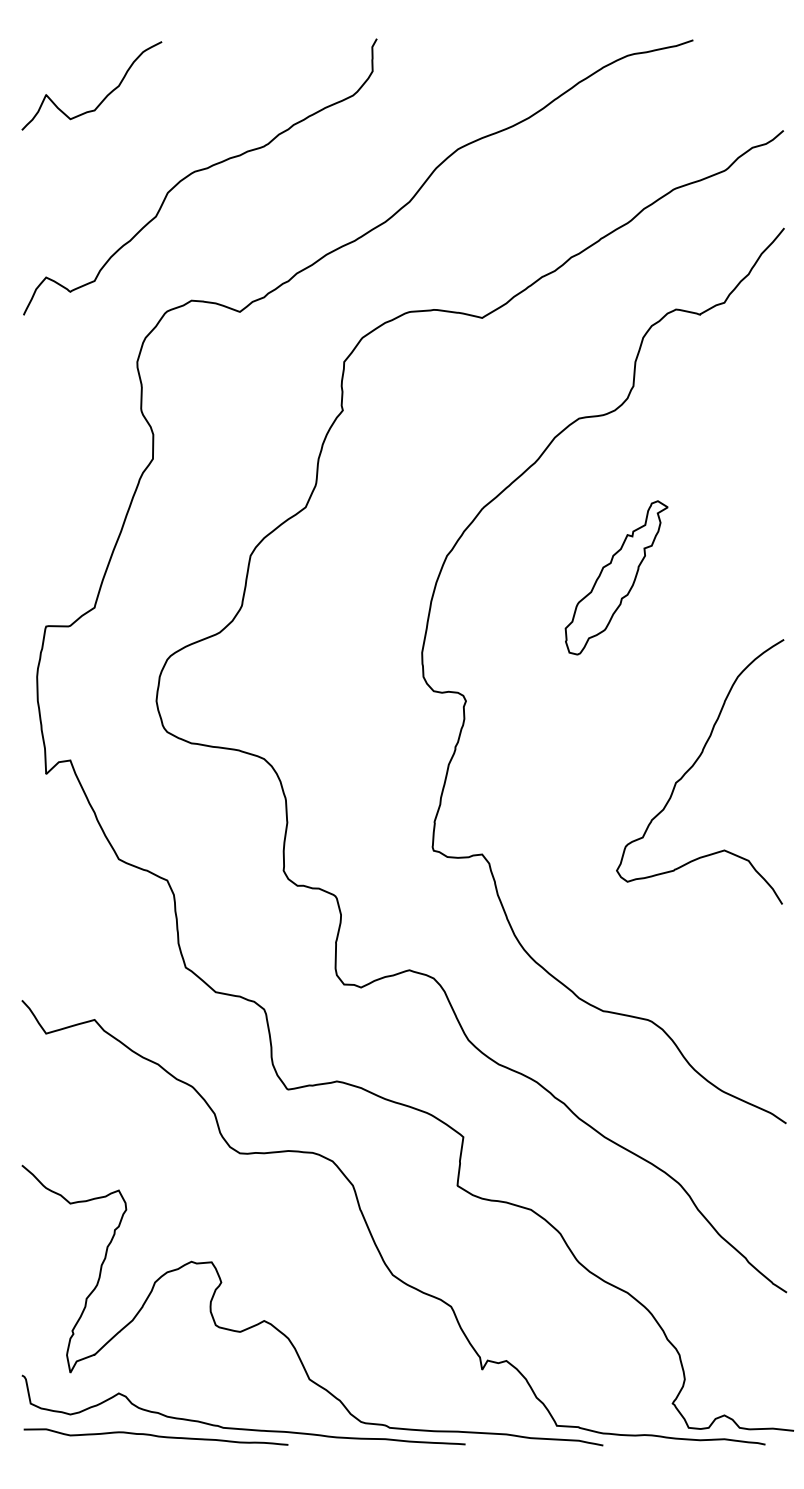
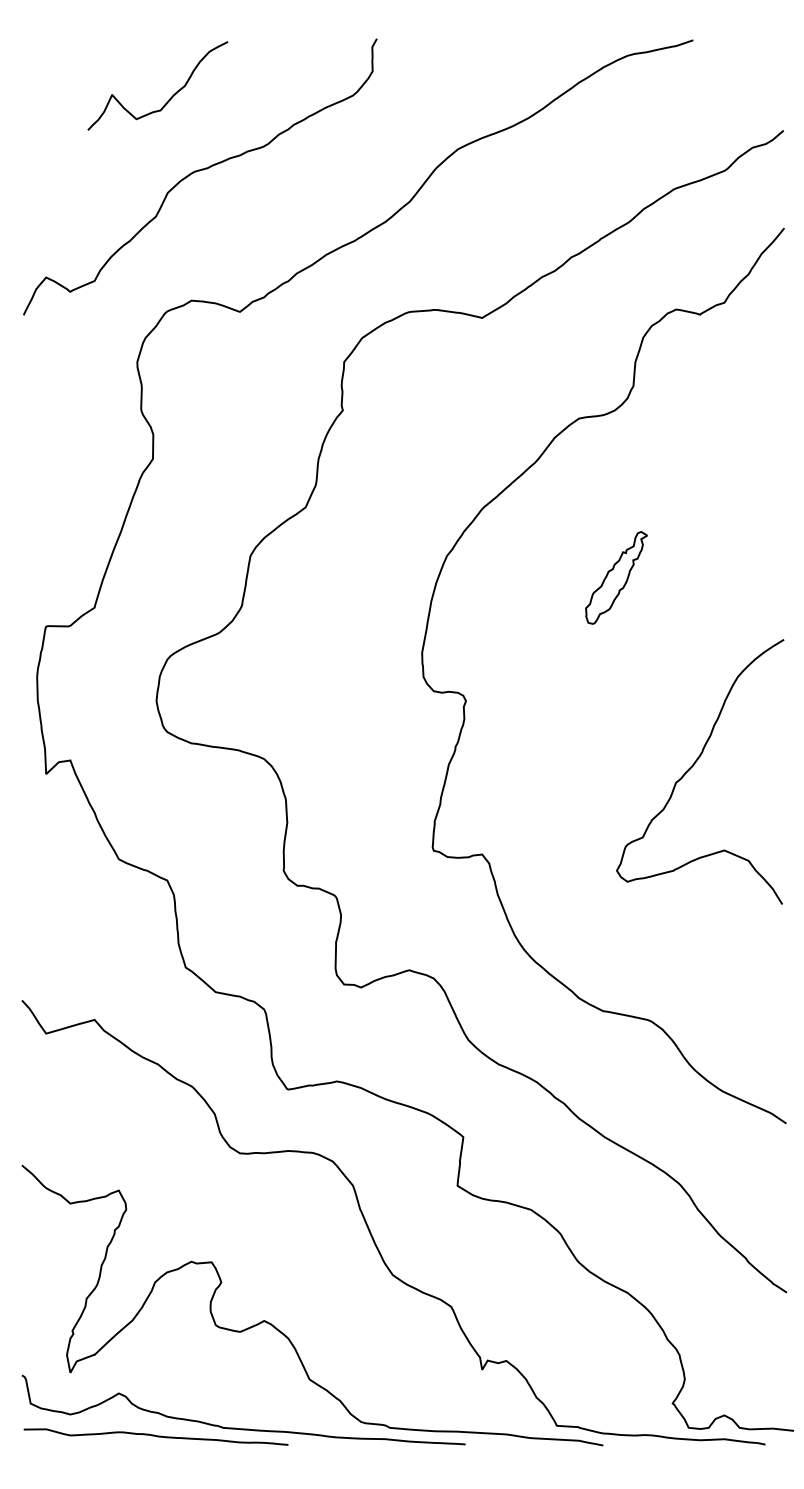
curve at (104, 97) position: (104, 97) -> (170, 97)
part at (616, 577) size: 105x156 px -> 63x94 px
